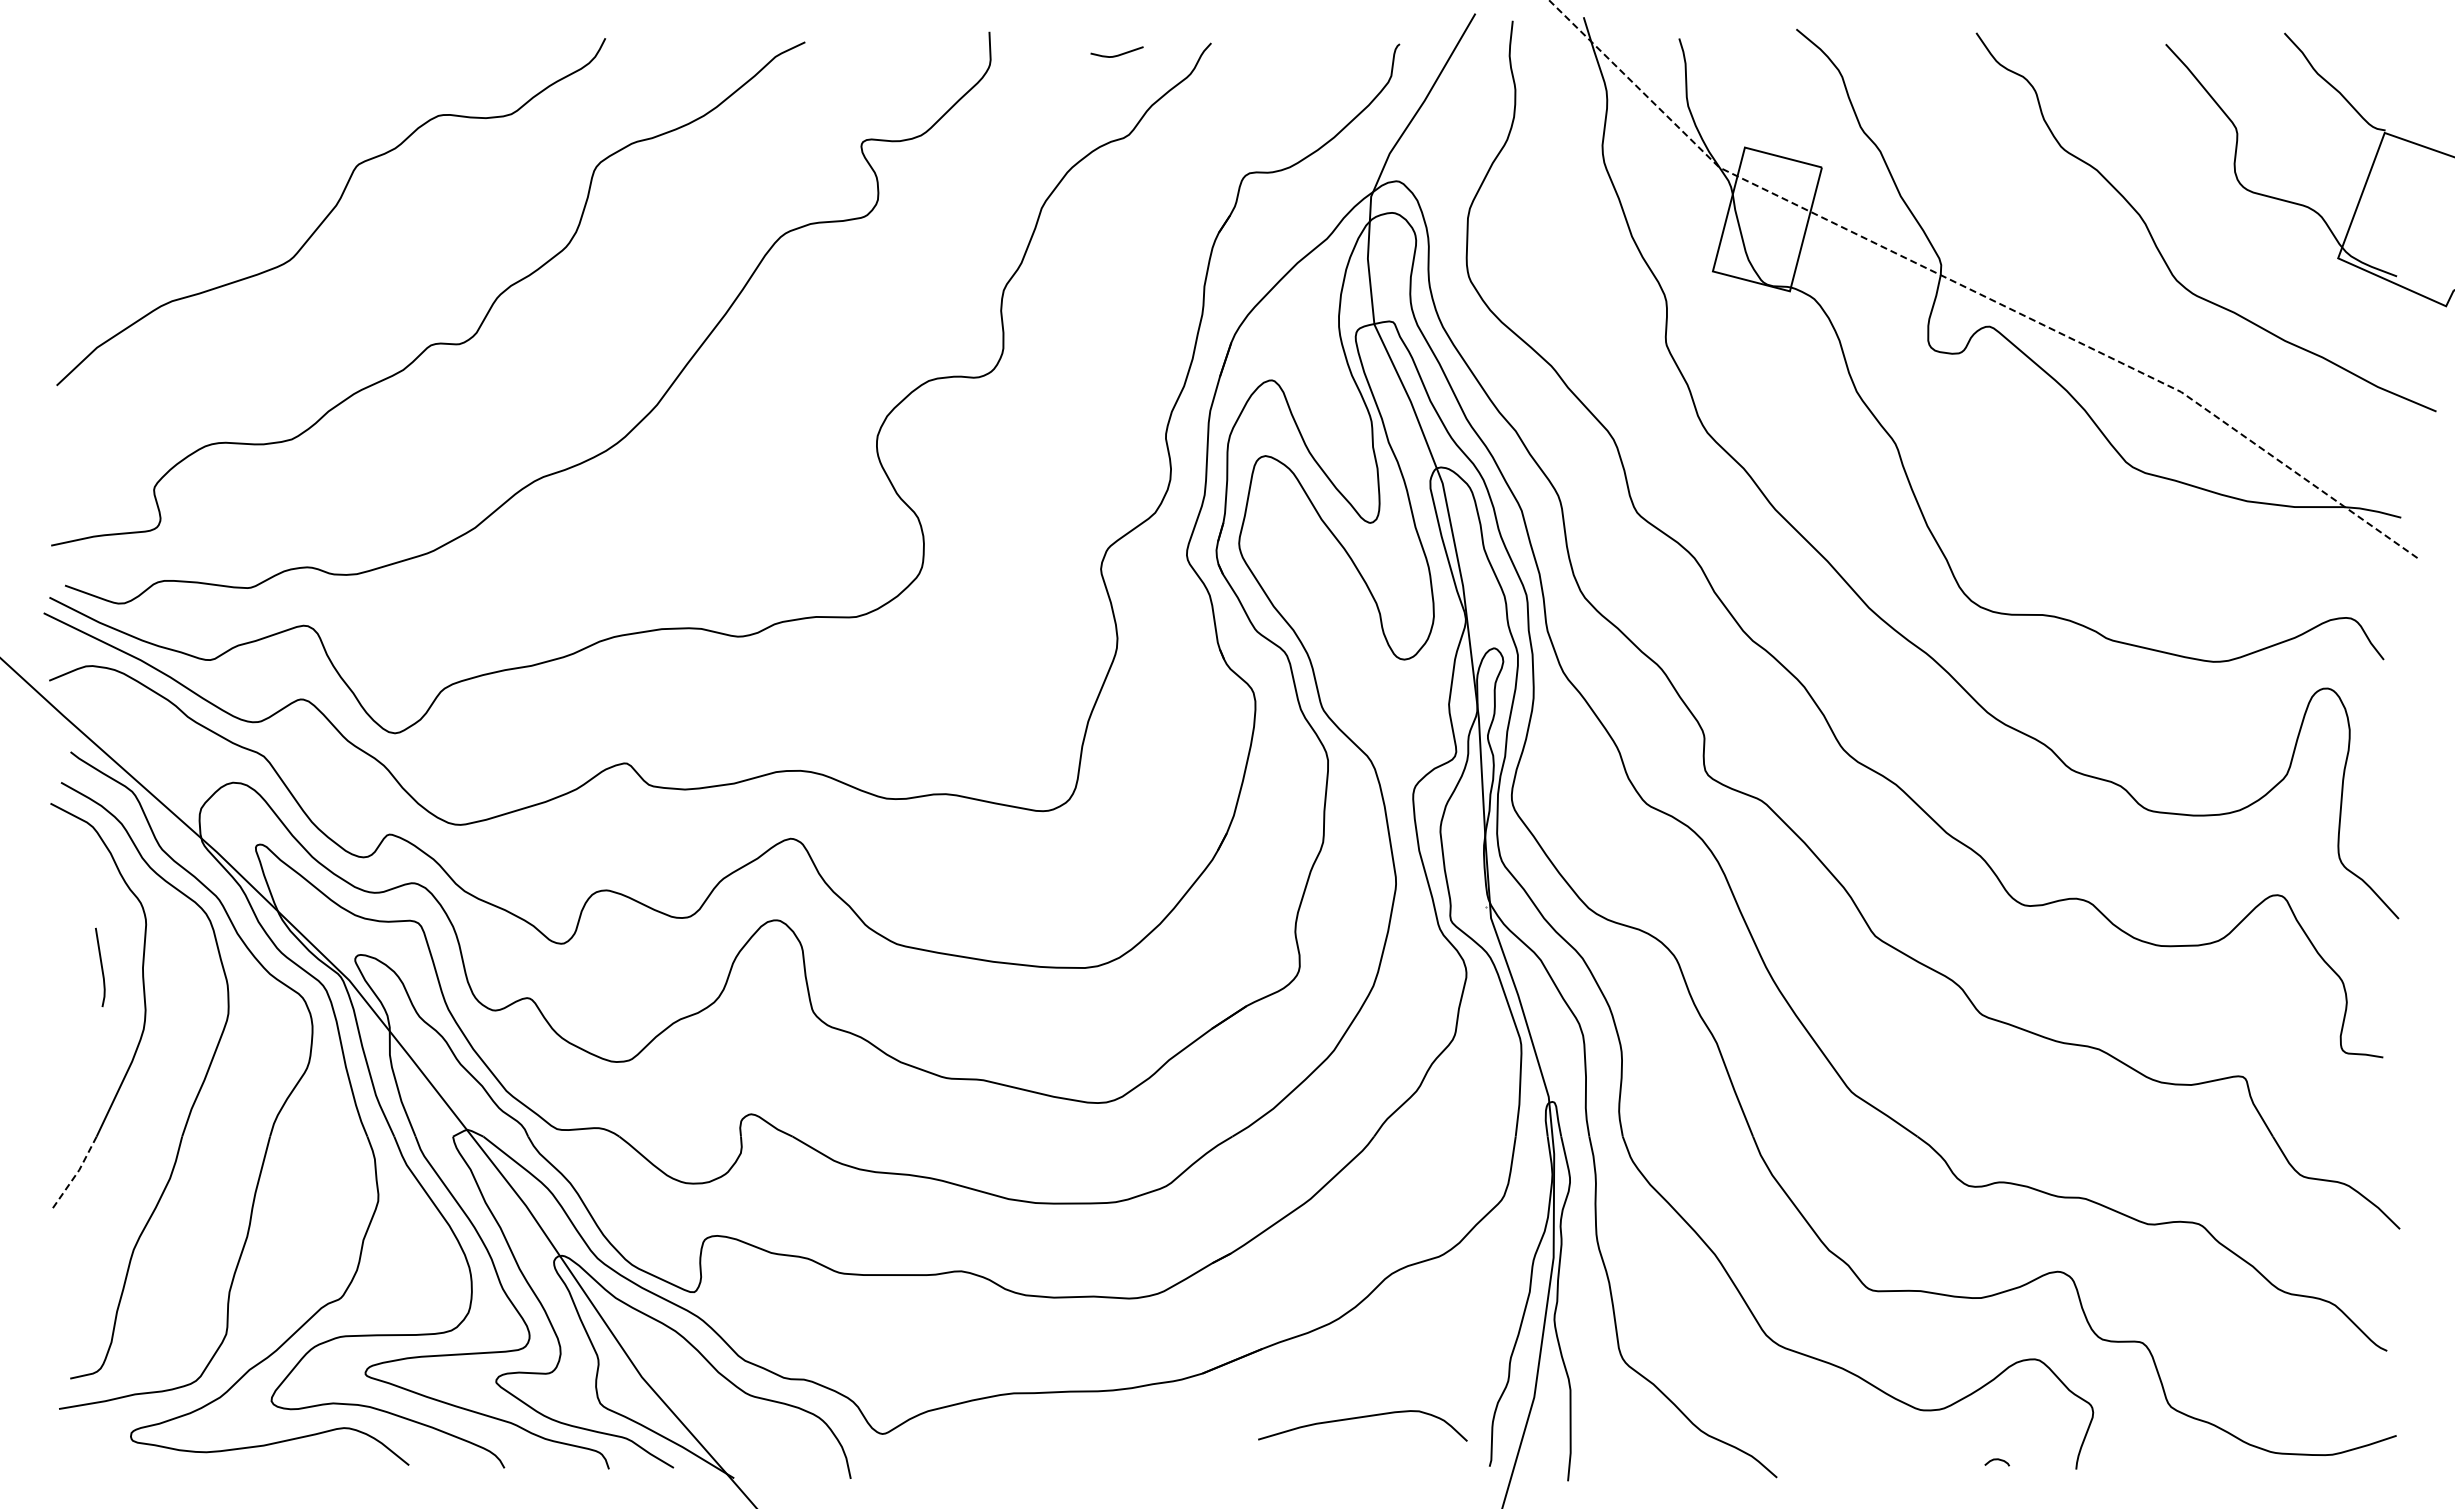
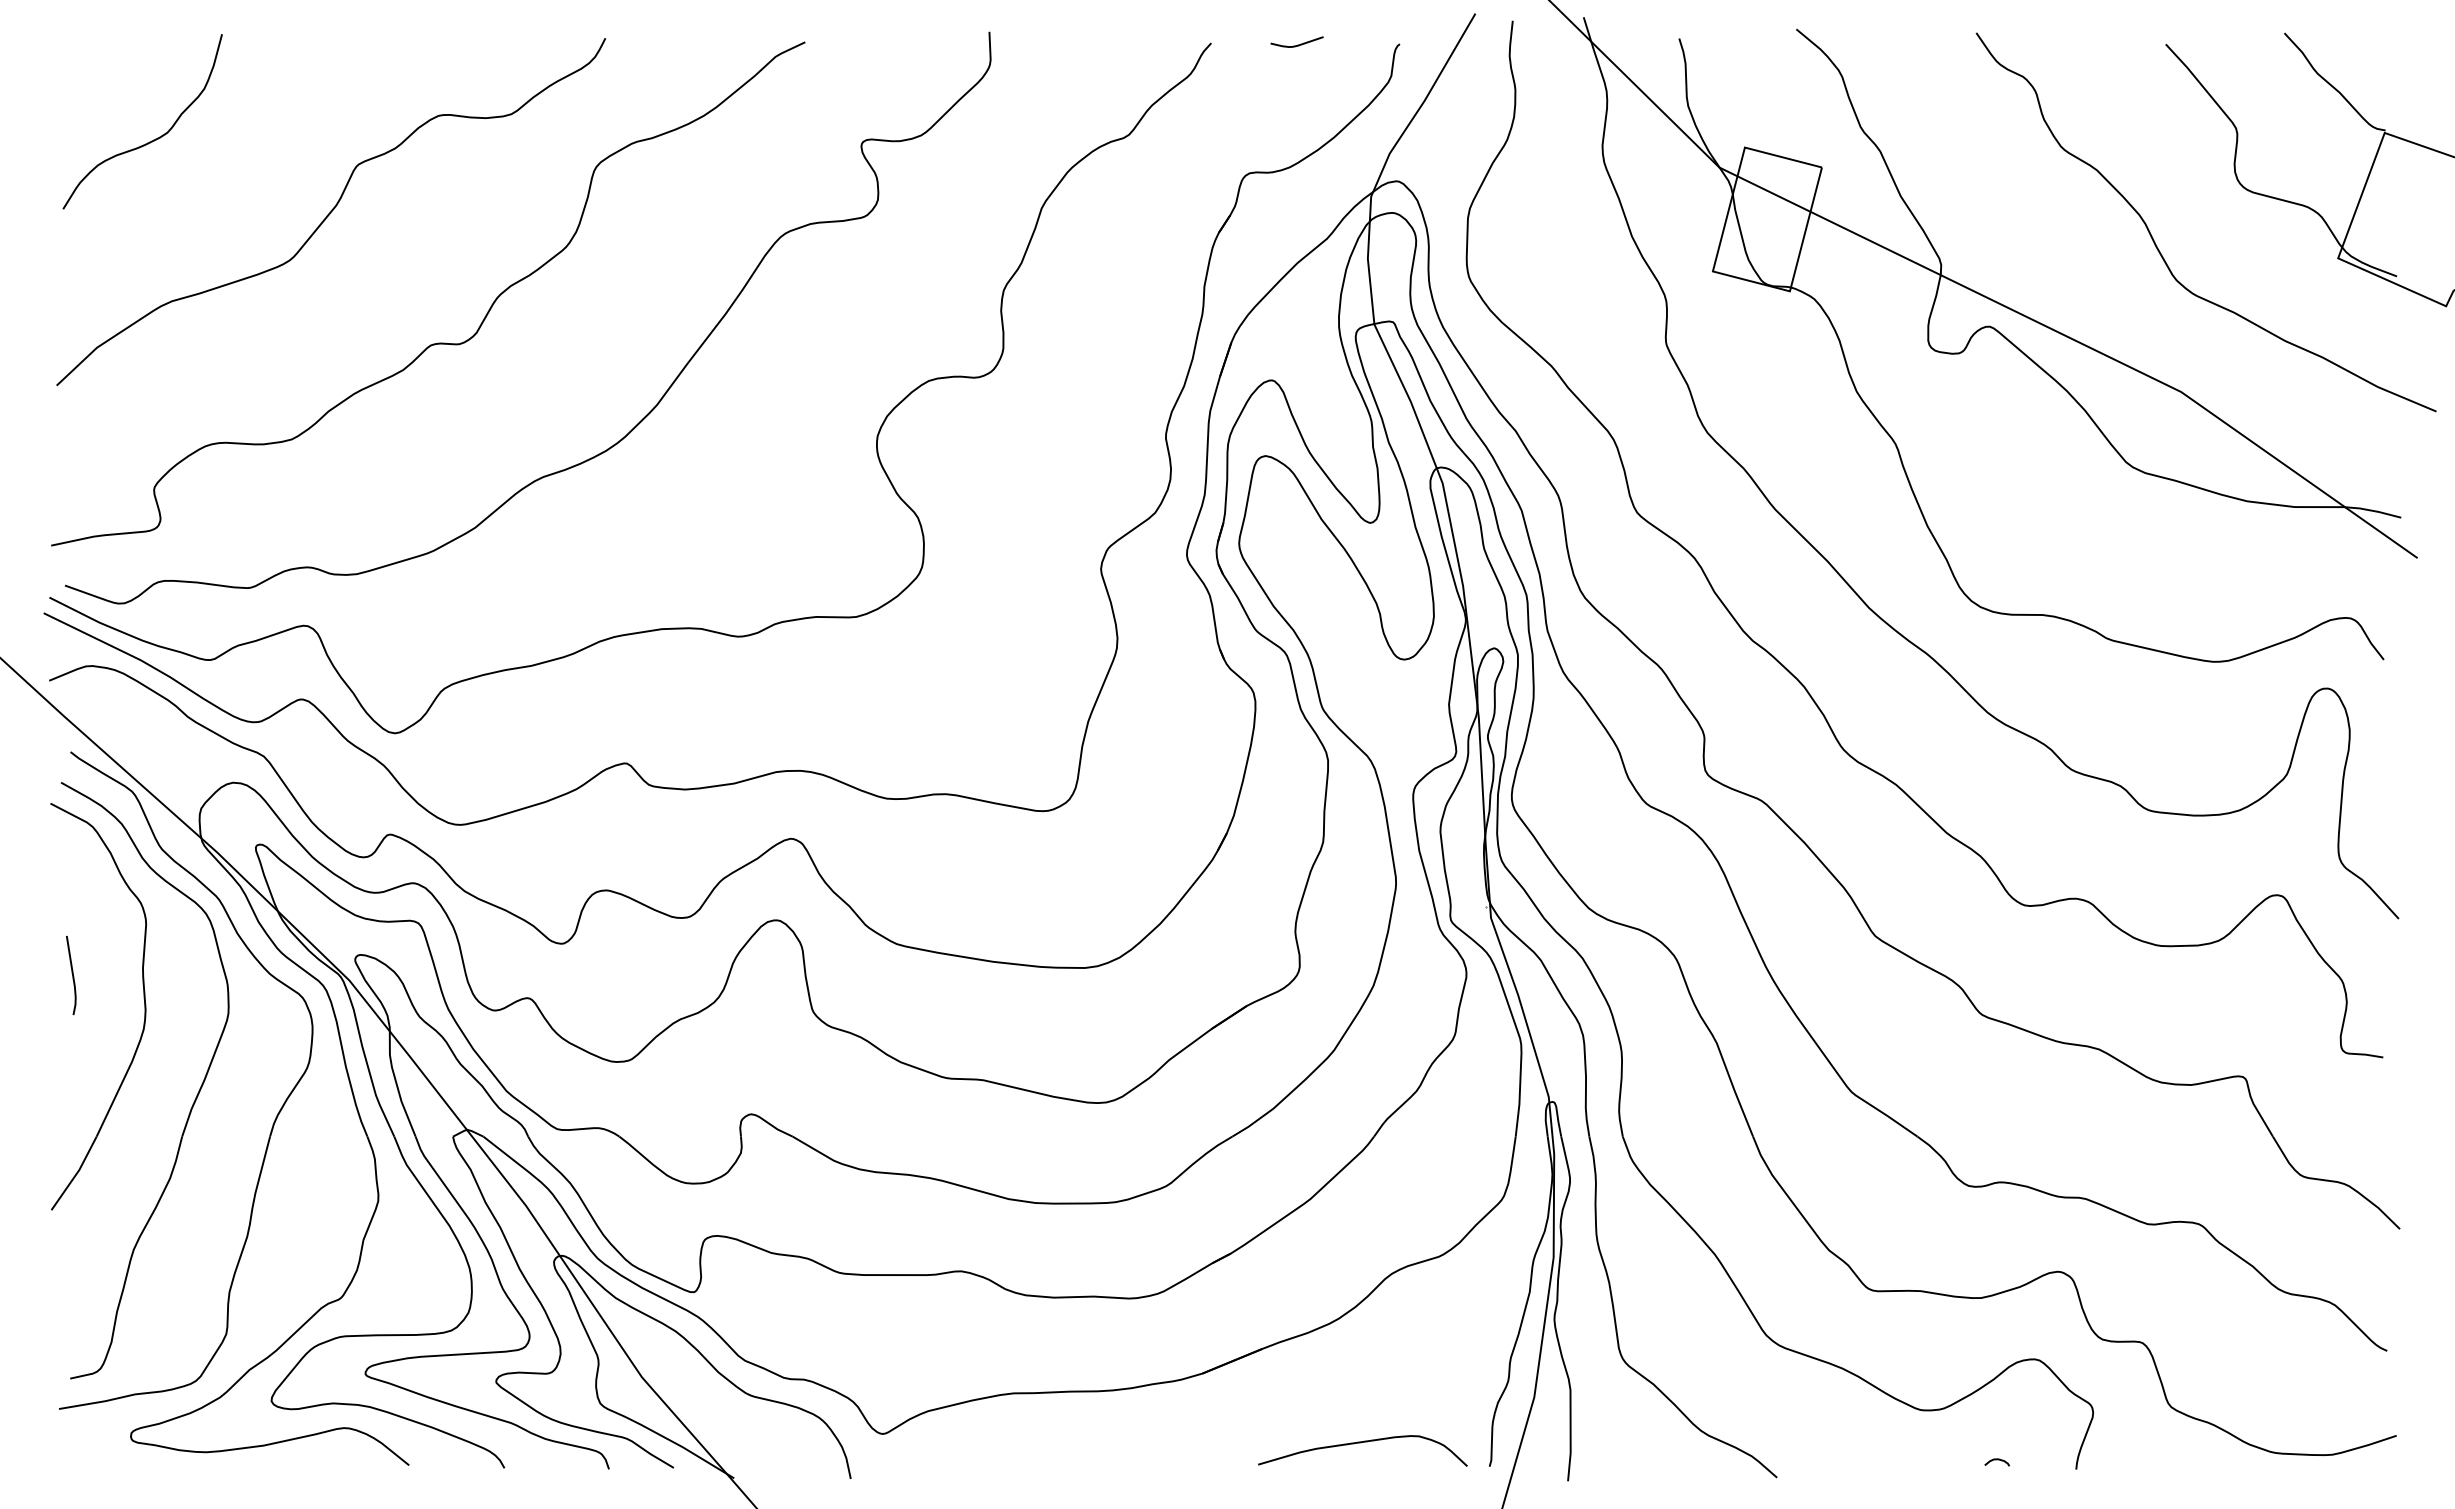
curve at (1117, 54) position: (1117, 54) -> (1297, 44)
curve at (151, 140): none -> present
line at (1972, 290): dashed -> solid
line at (100, 965) position: (100, 965) -> (71, 973)
line at (76, 1174): dashed -> solid
curve at (1361, 1418) position: (1361, 1418) -> (1361, 1443)
